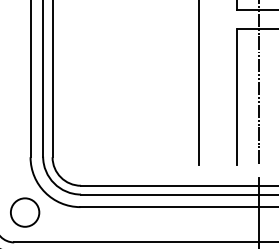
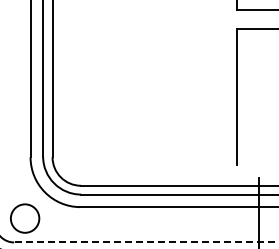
line at (199, 83): present -> none
line at (259, 83): present -> none
circle at (25, 212) position: (25, 212) -> (25, 218)
line at (146, 242): solid -> dashed
